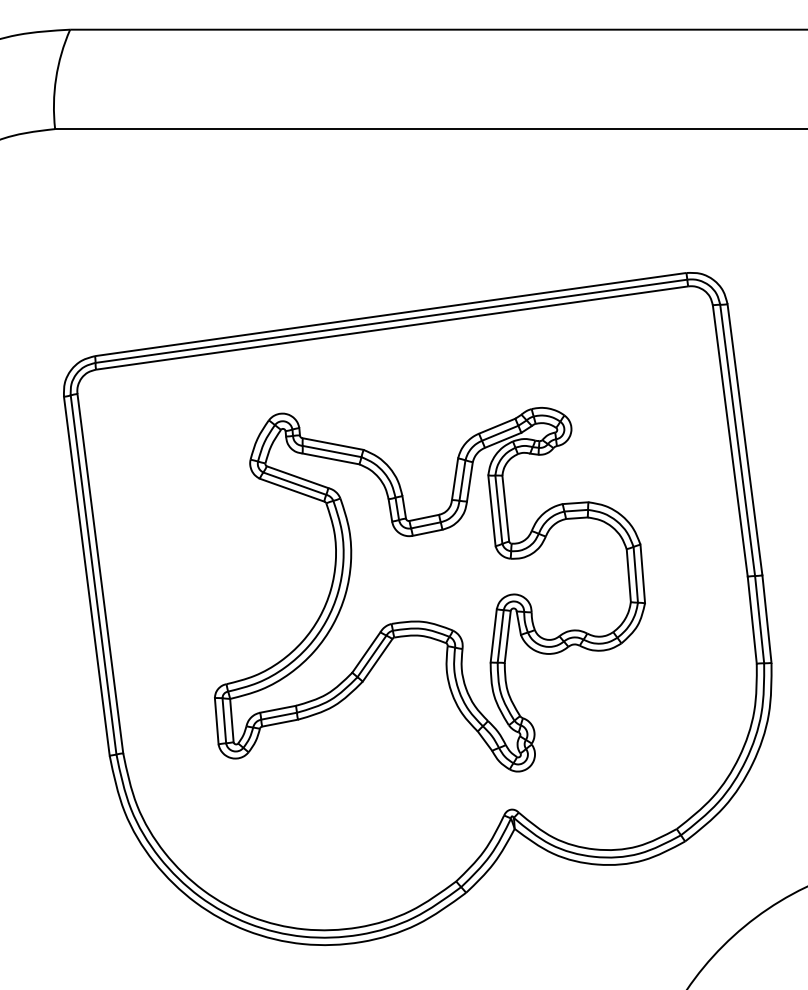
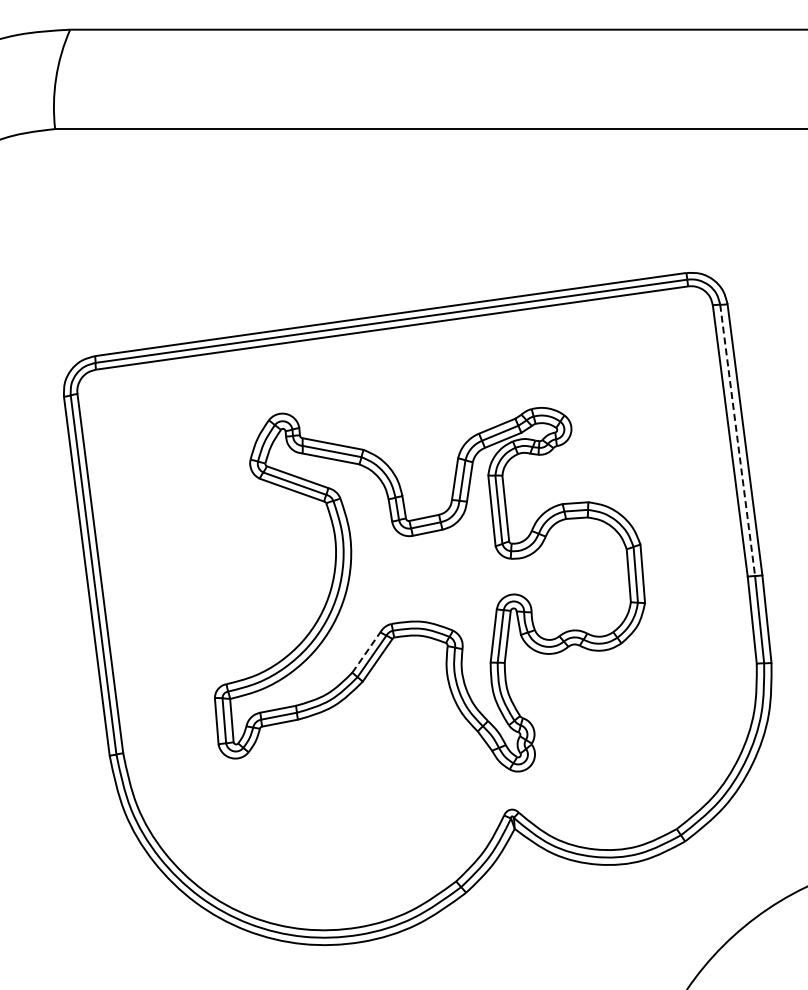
line at (737, 440): solid -> dashed
line at (366, 652): solid -> dashed
